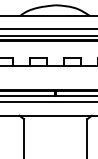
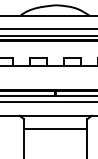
line at (55, 129): none -> present
